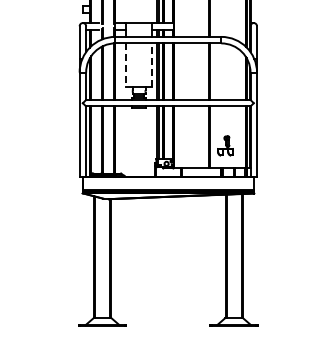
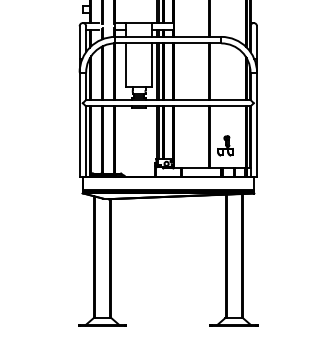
line at (126, 65): dashed -> solid
line at (152, 65): dashed -> solid
